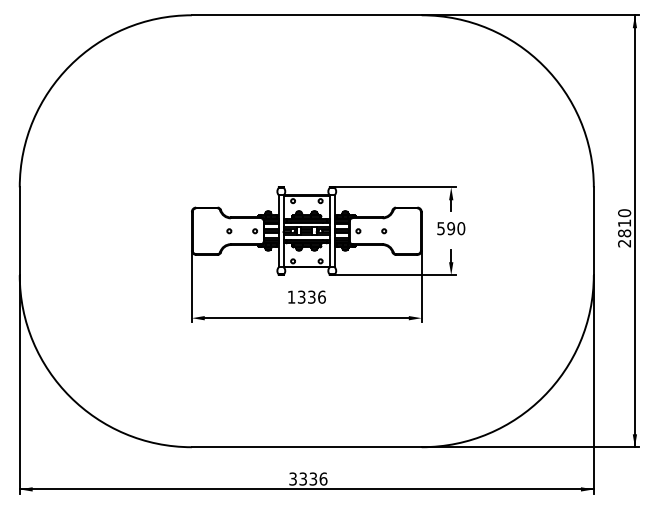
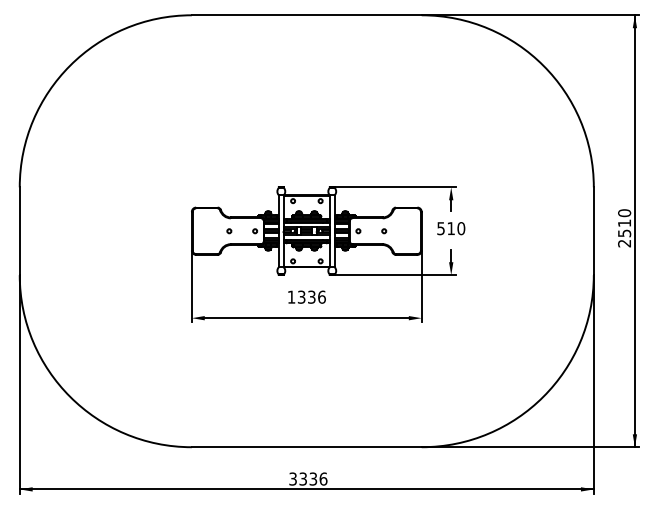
text at (451, 228): 590 -> 510
text at (624, 233): 2810 -> 2510
